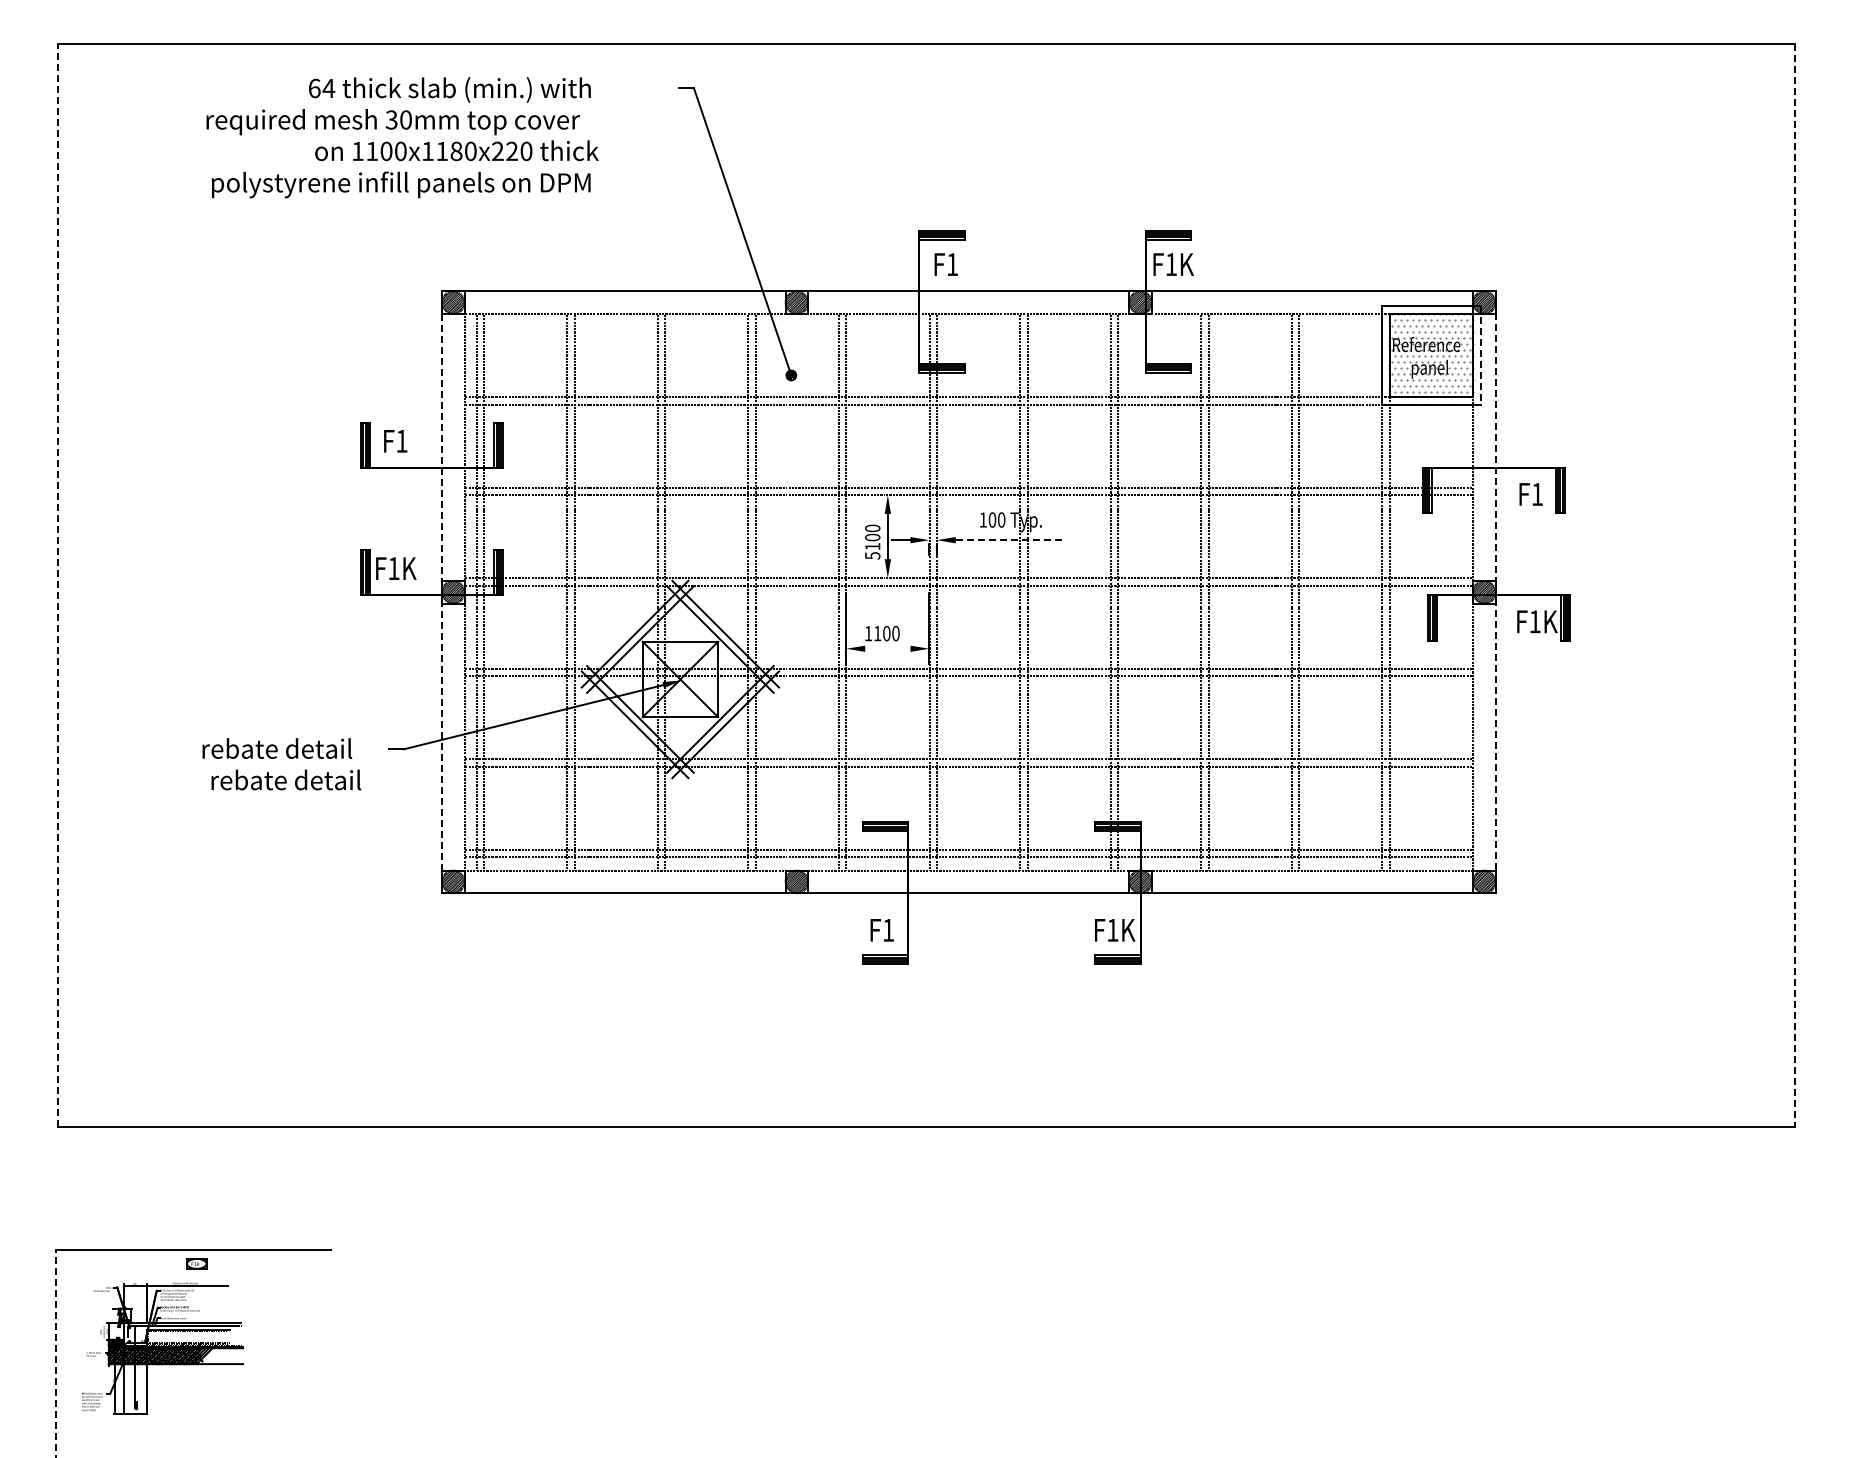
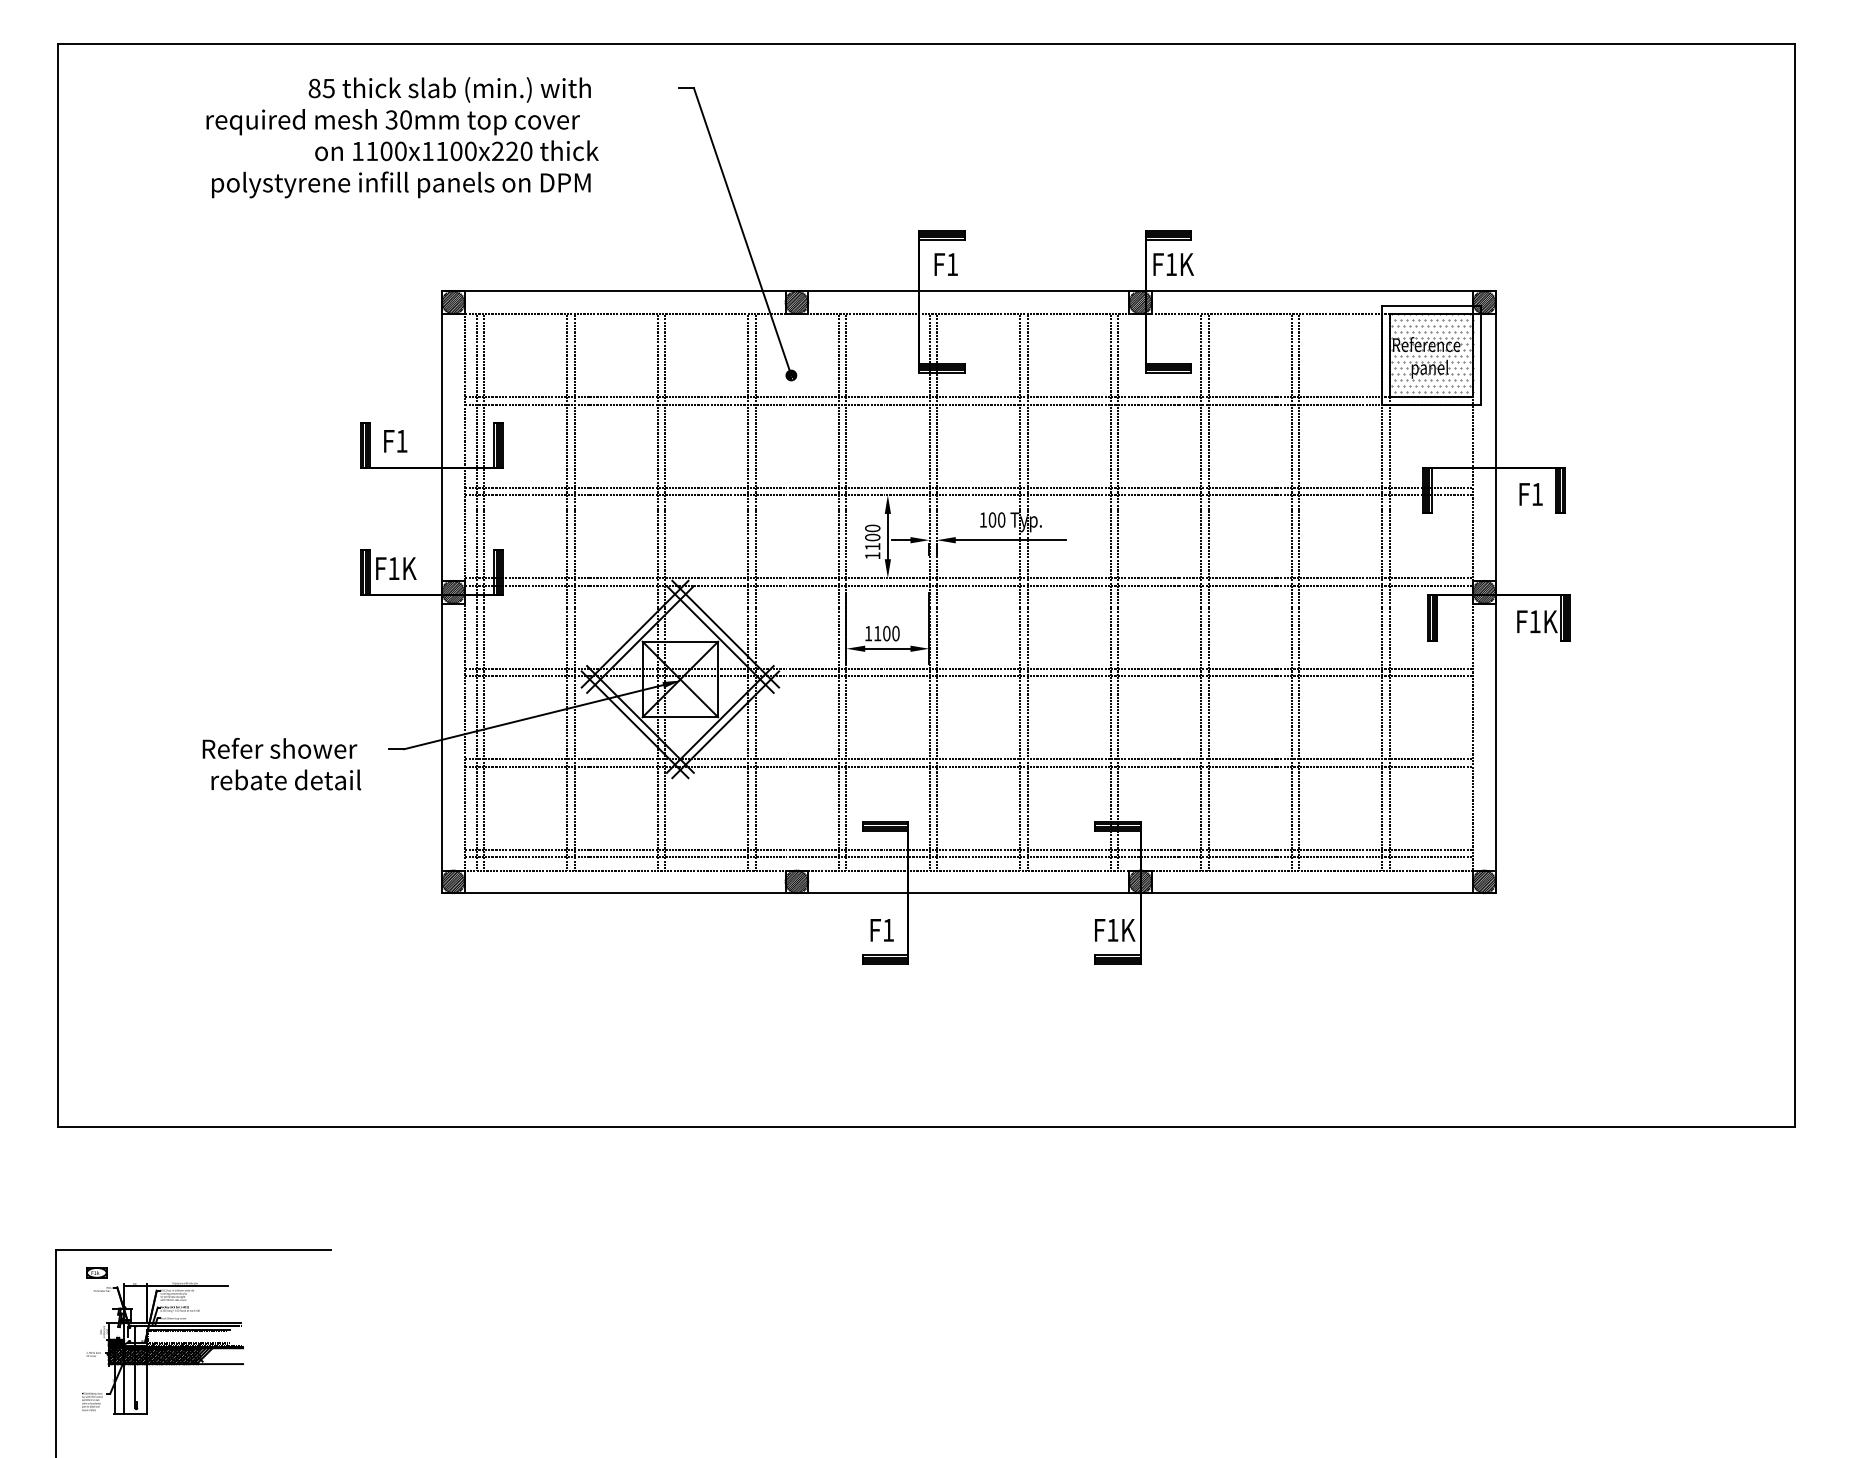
text at (321, 88): 64 -> 85
text at (456, 151): 1100x1180x220 -> 1100x1100x220
line at (1480, 355): dashed -> solid
line at (1010, 540): dashed -> solid
text at (872, 555): 5100 -> 1100
line at (58, 585): dashed -> solid
line at (1795, 585): dashed -> solid
line at (442, 592): dashed -> solid
line at (1495, 592): dashed -> solid
line at (887, 648): none -> present
text at (279, 747): rebate detail -> Refer shower
part at (196, 1263) position: (196, 1263) -> (96, 1272)
line at (55, 1353): dashed -> solid
